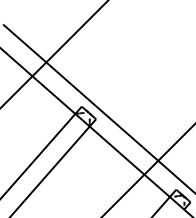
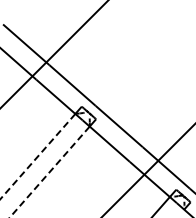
line at (37, 156): solid -> dashed
line at (49, 172): solid -> dashed
